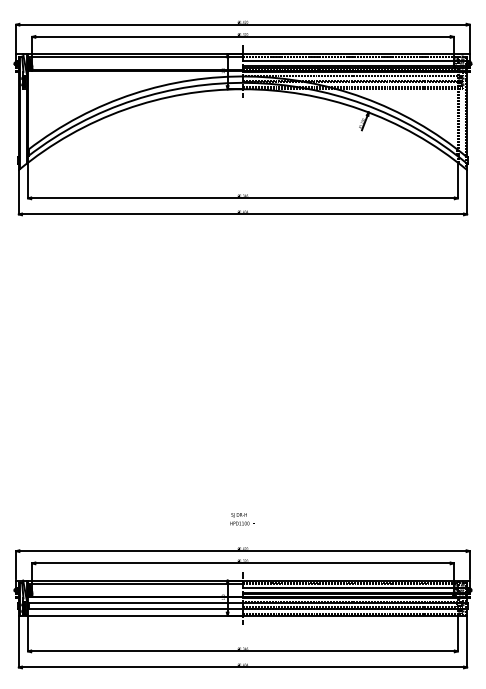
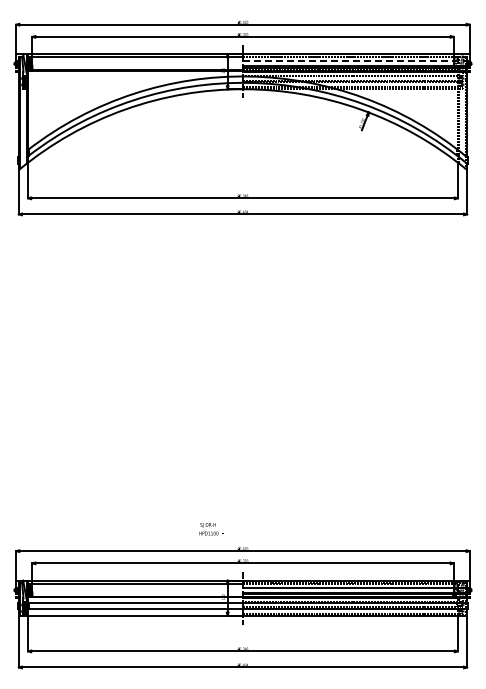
line at (356, 61): solid -> dashed
text at (242, 519) position: (242, 519) -> (211, 529)
